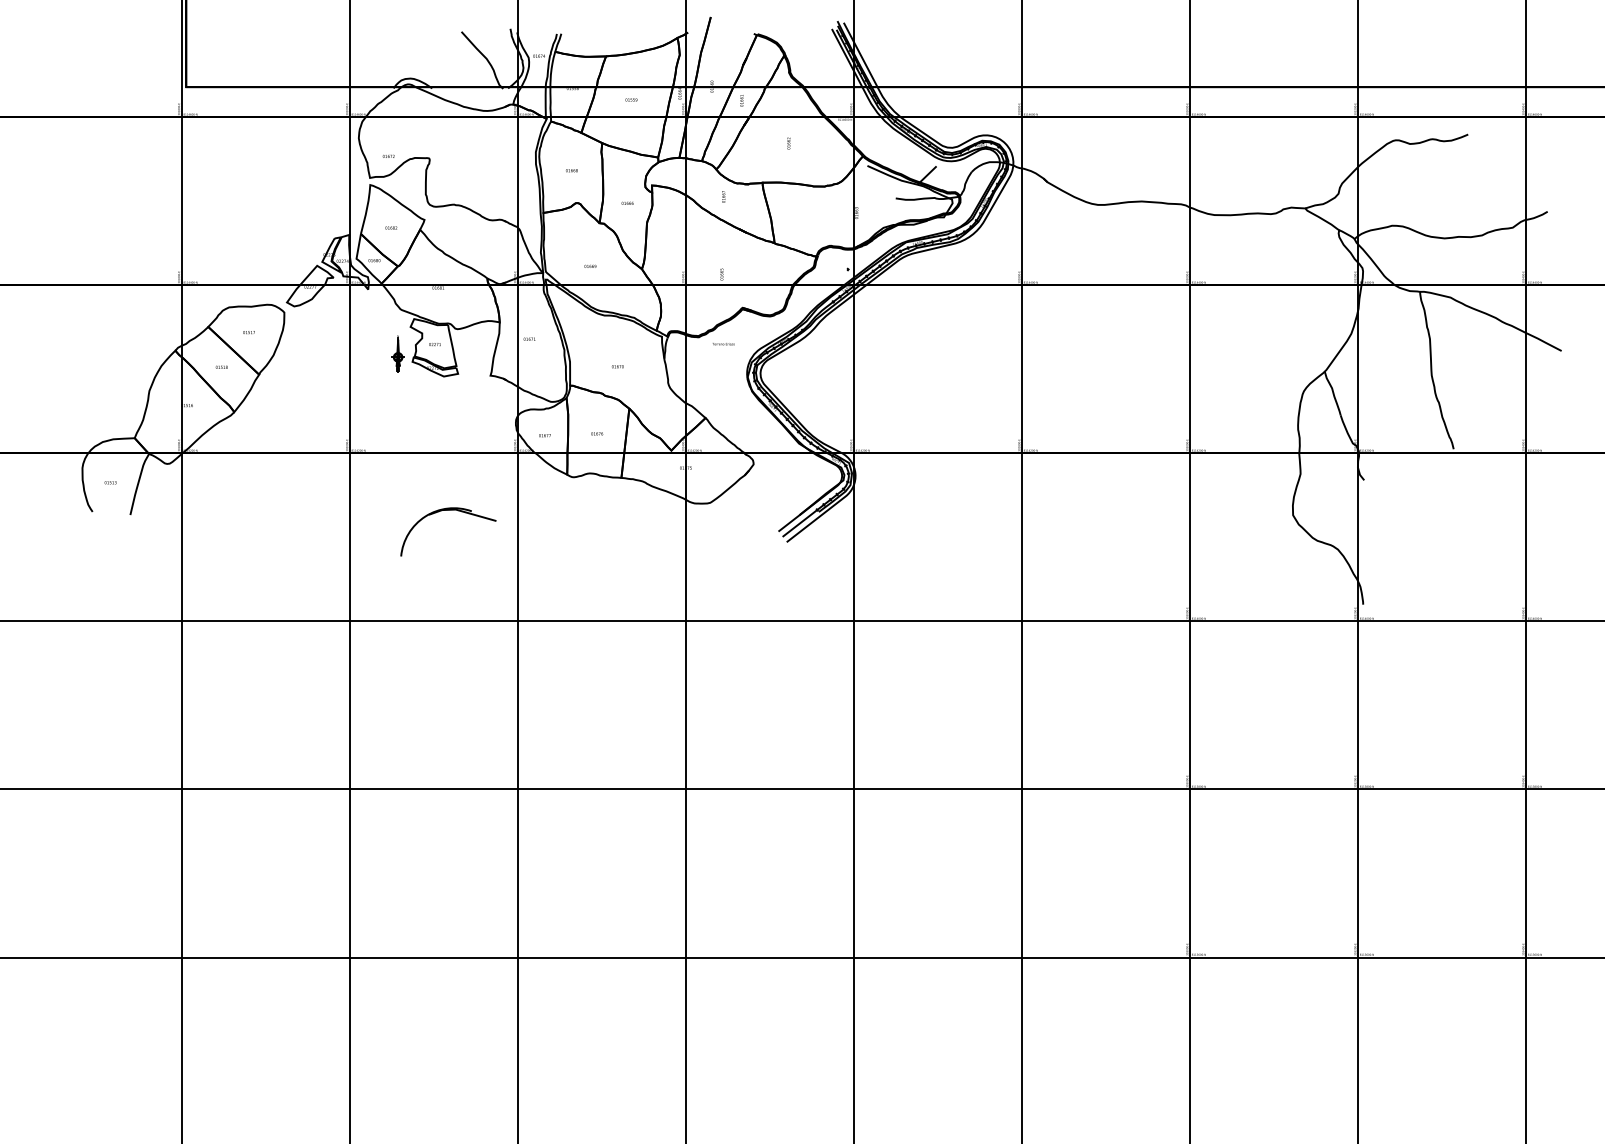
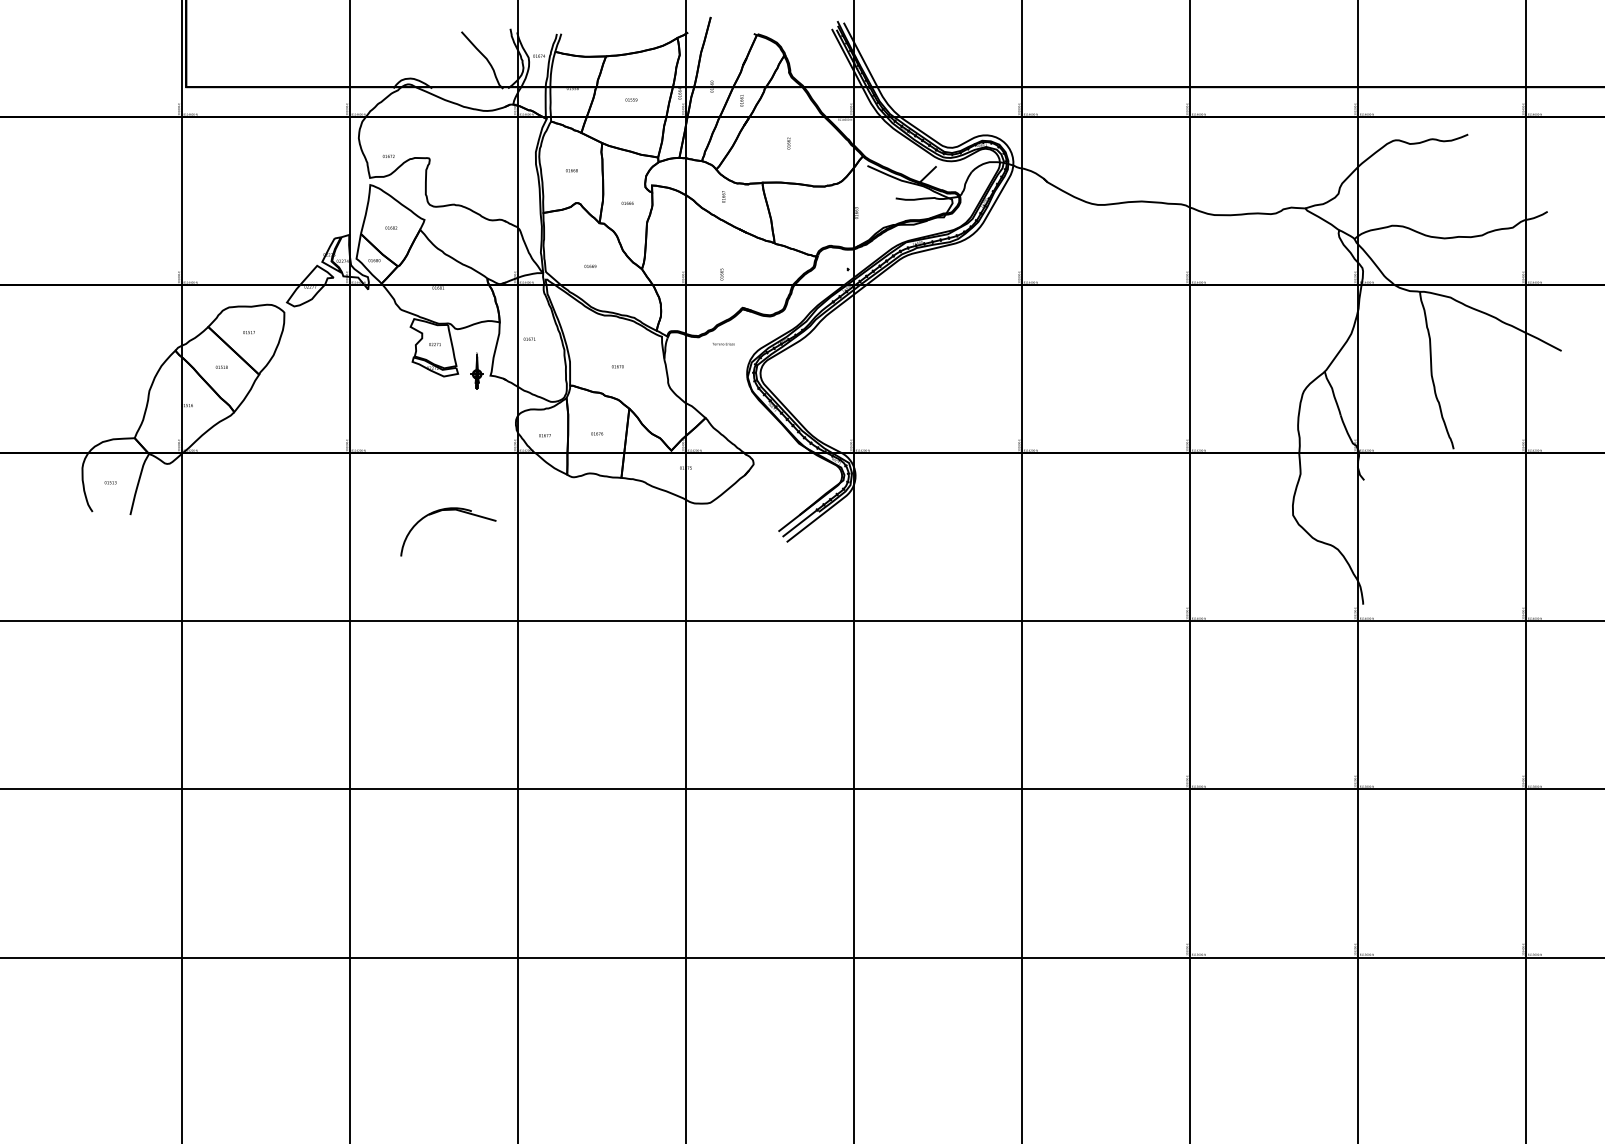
part at (397, 353) position: (397, 353) -> (476, 370)
